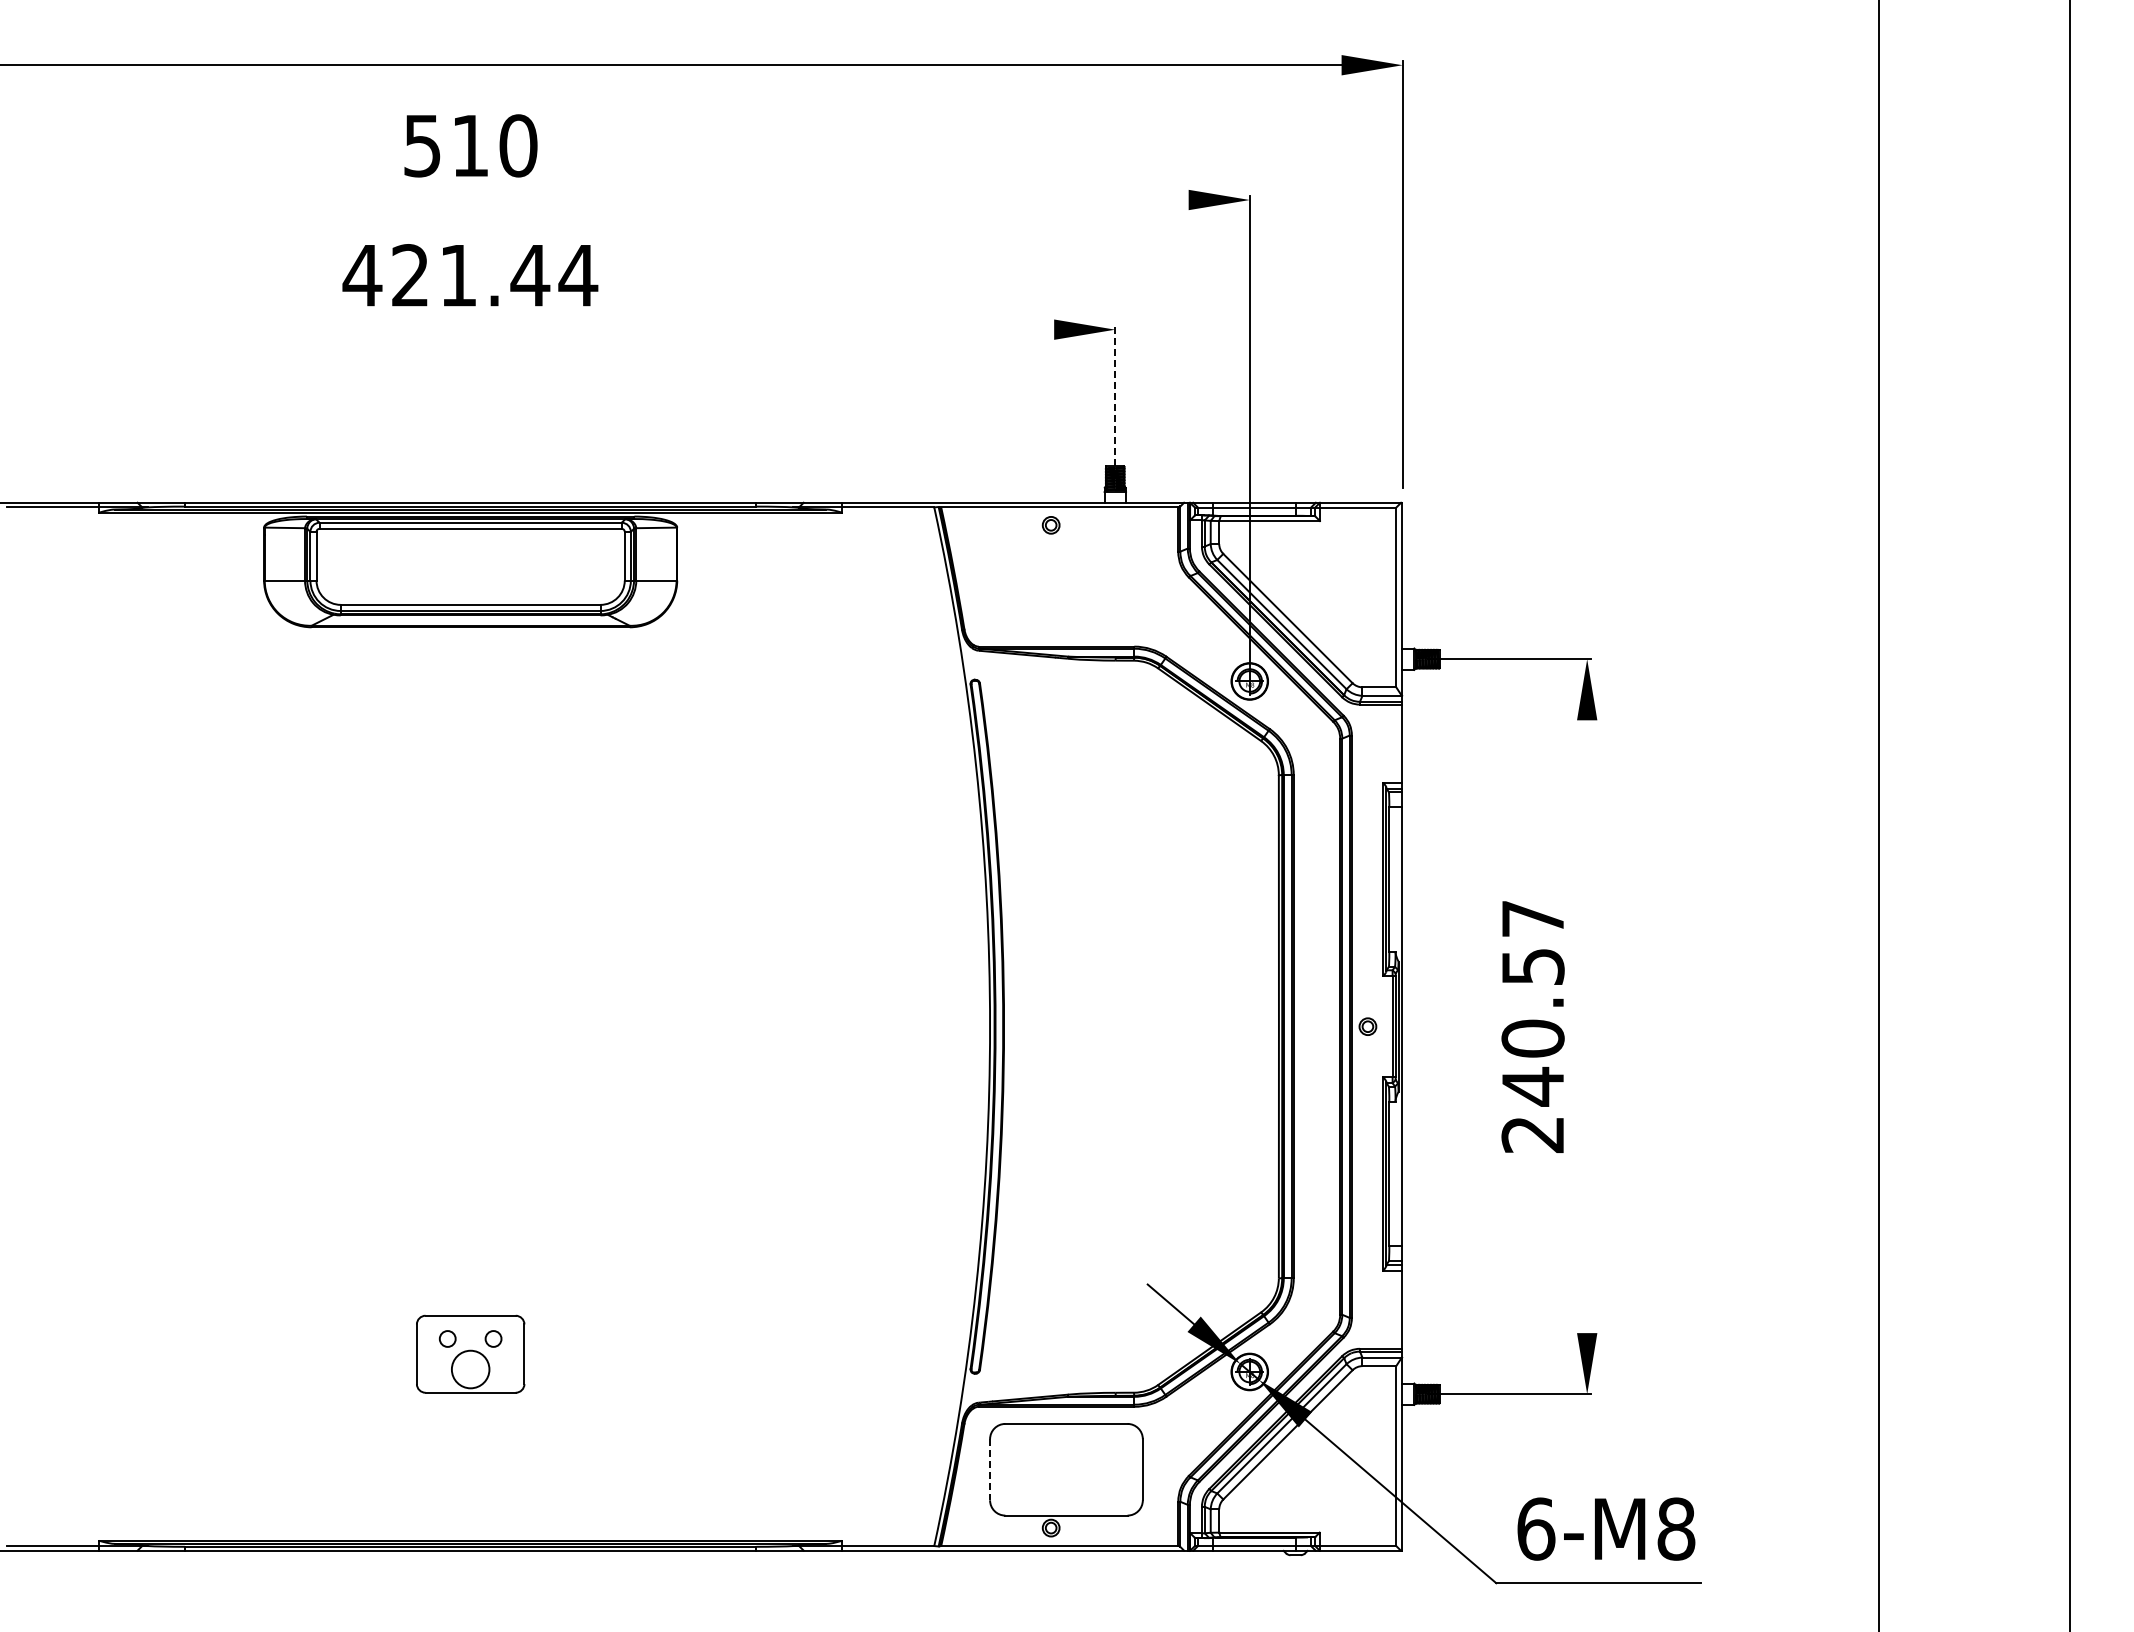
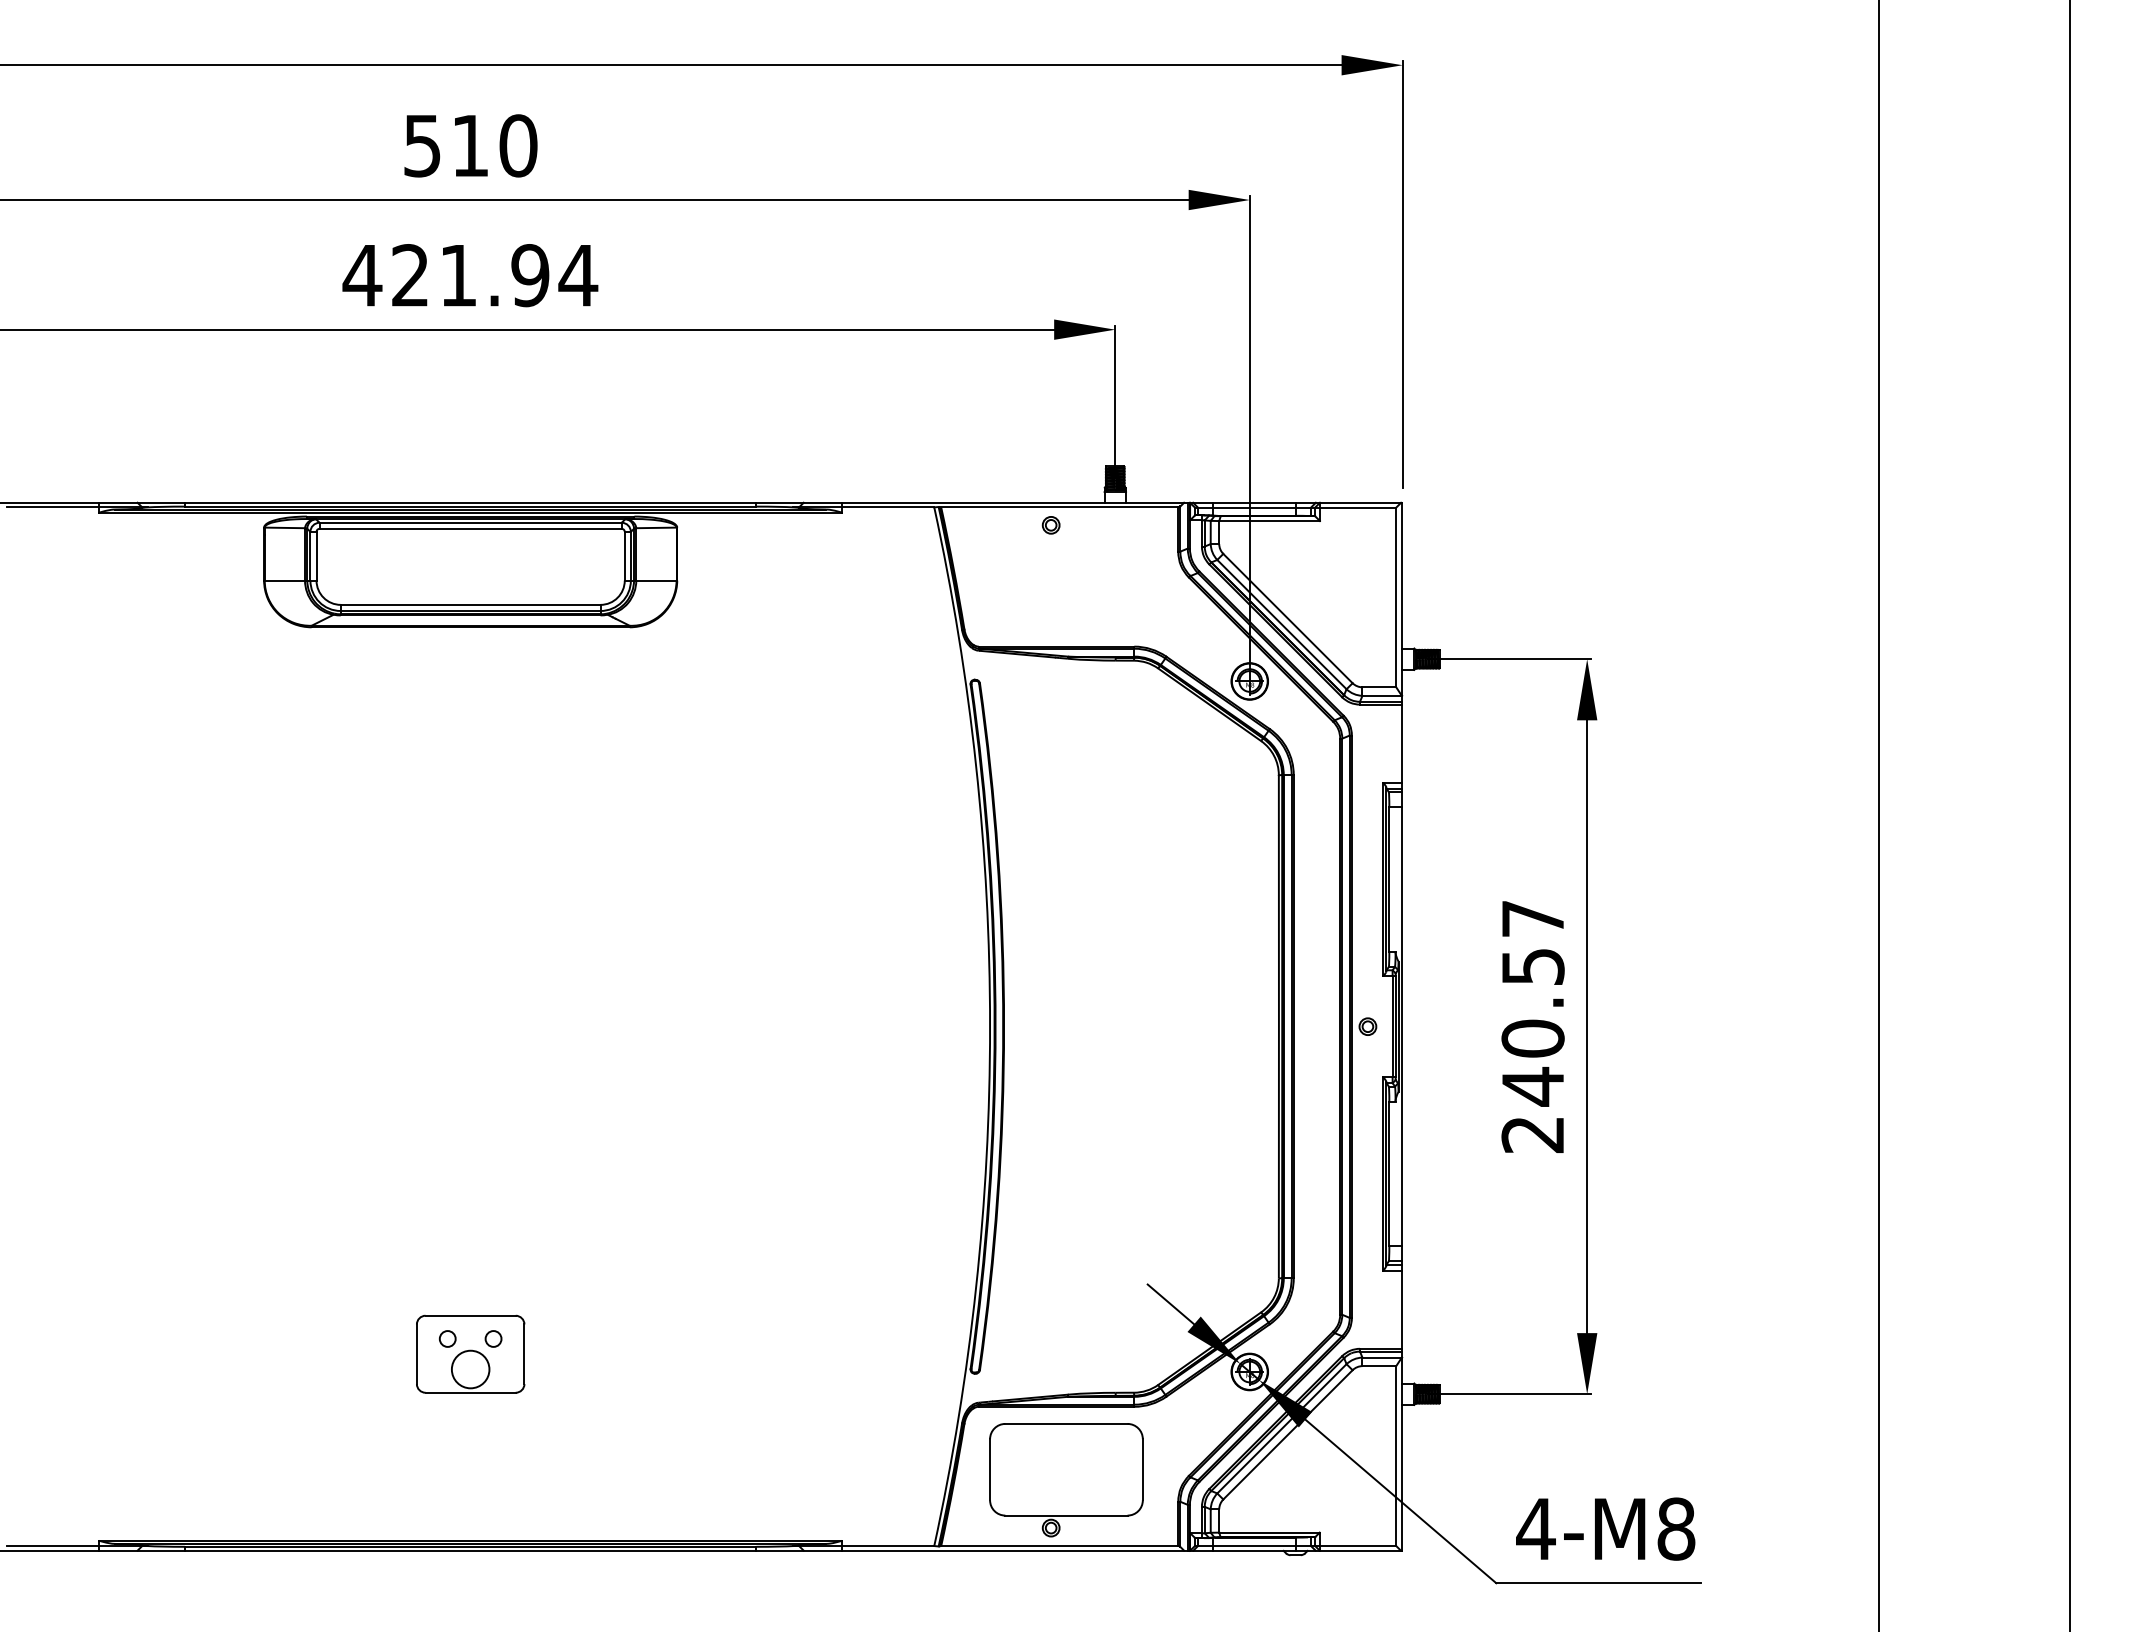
line at (595, 200): none -> present
text at (530, 275): 421.44 -> 421.94
line at (528, 329): none -> present
line at (1115, 400): dashed -> solid
line at (1587, 1026): none -> present
line at (990, 1469): dashed -> solid
text at (1535, 1528): 6-M8 -> 4-M8
